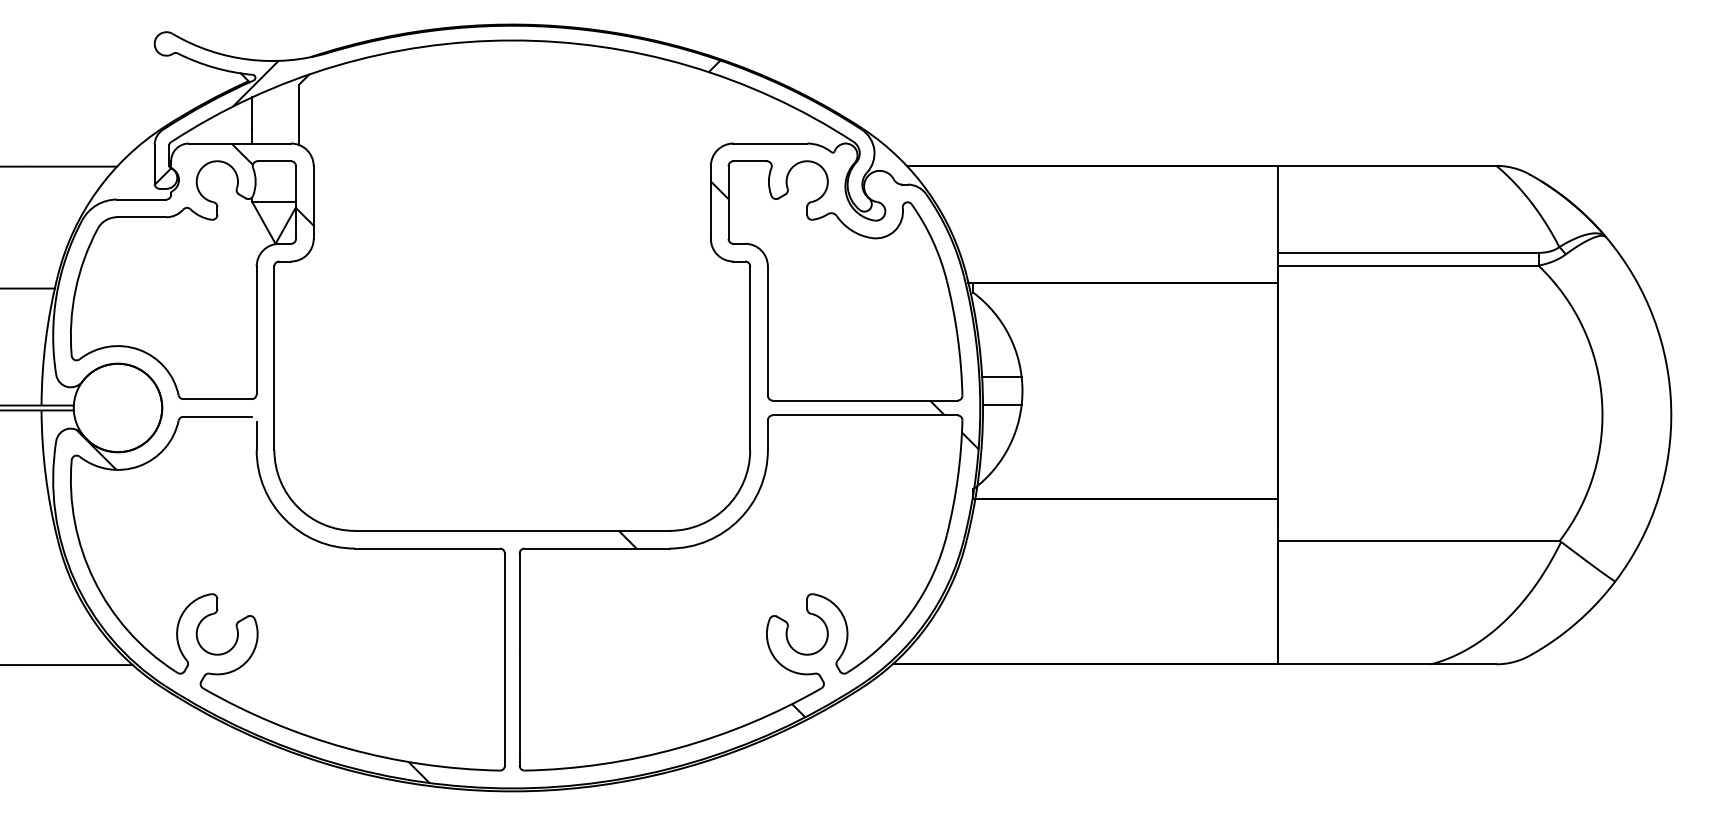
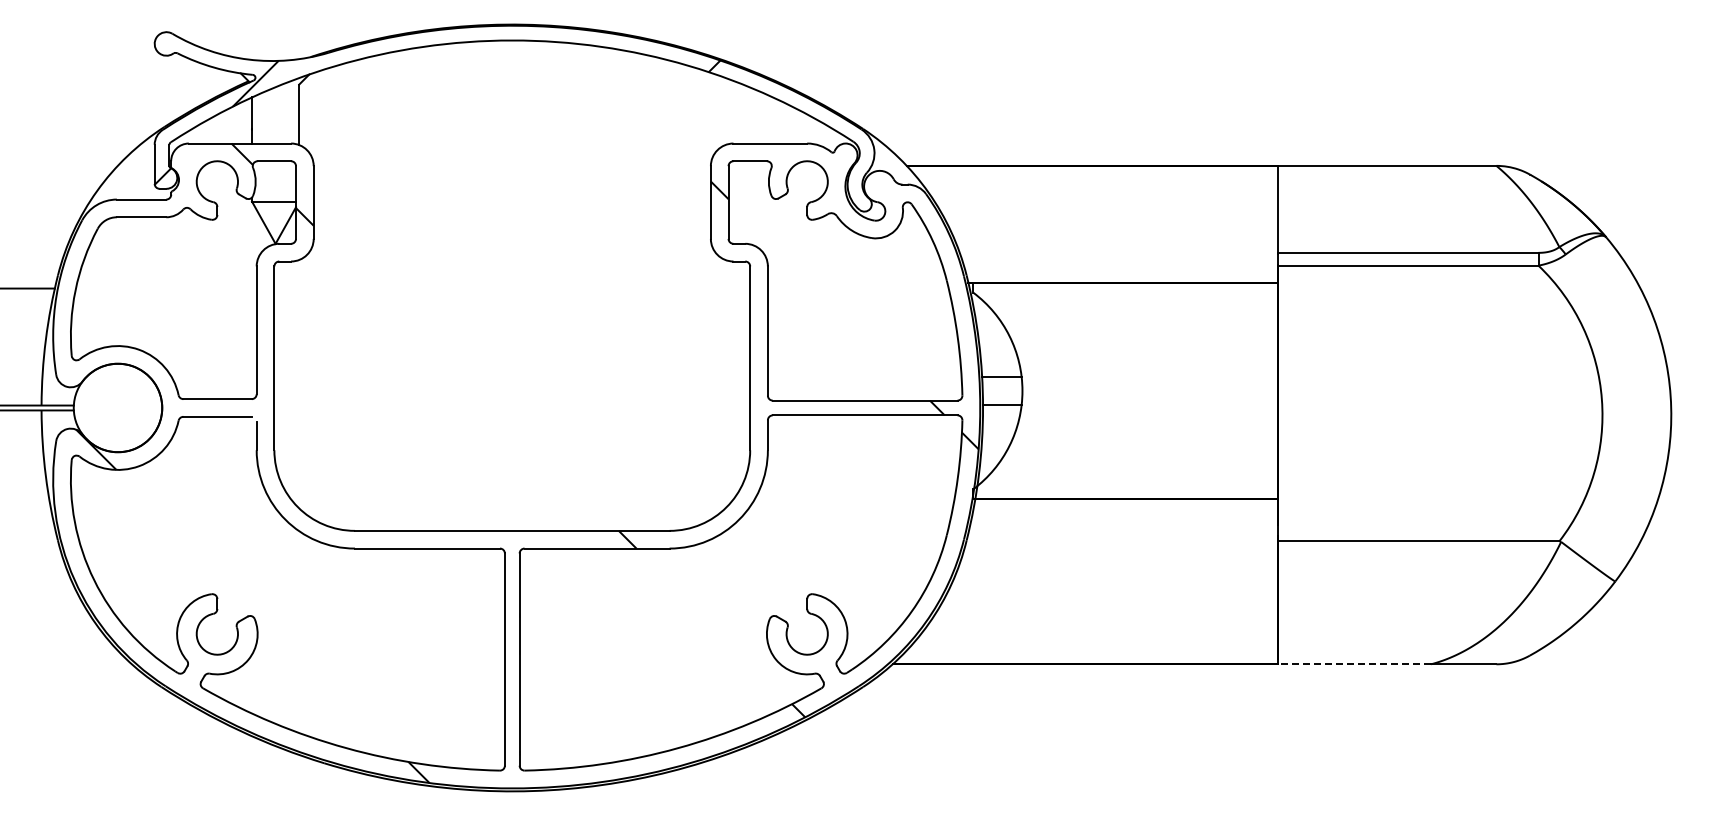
line at (59, 166): present -> none
line at (1354, 664): solid -> dashed
line at (67, 665): present -> none
